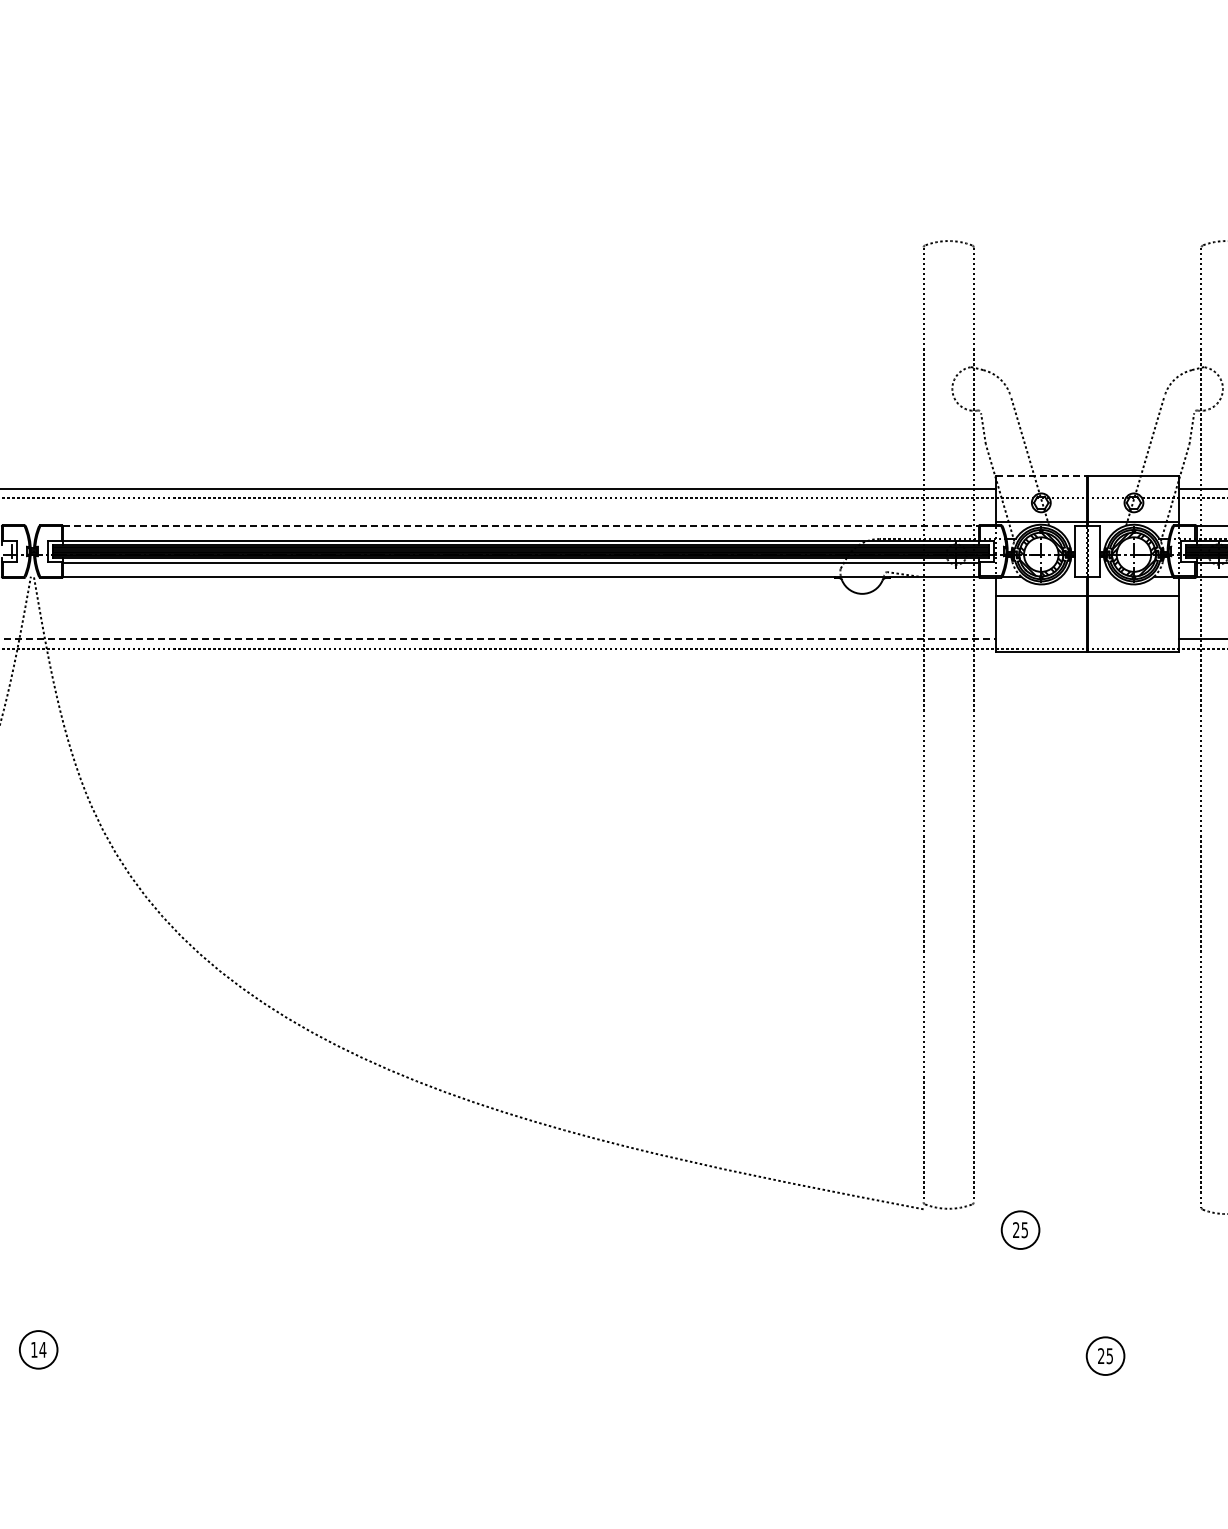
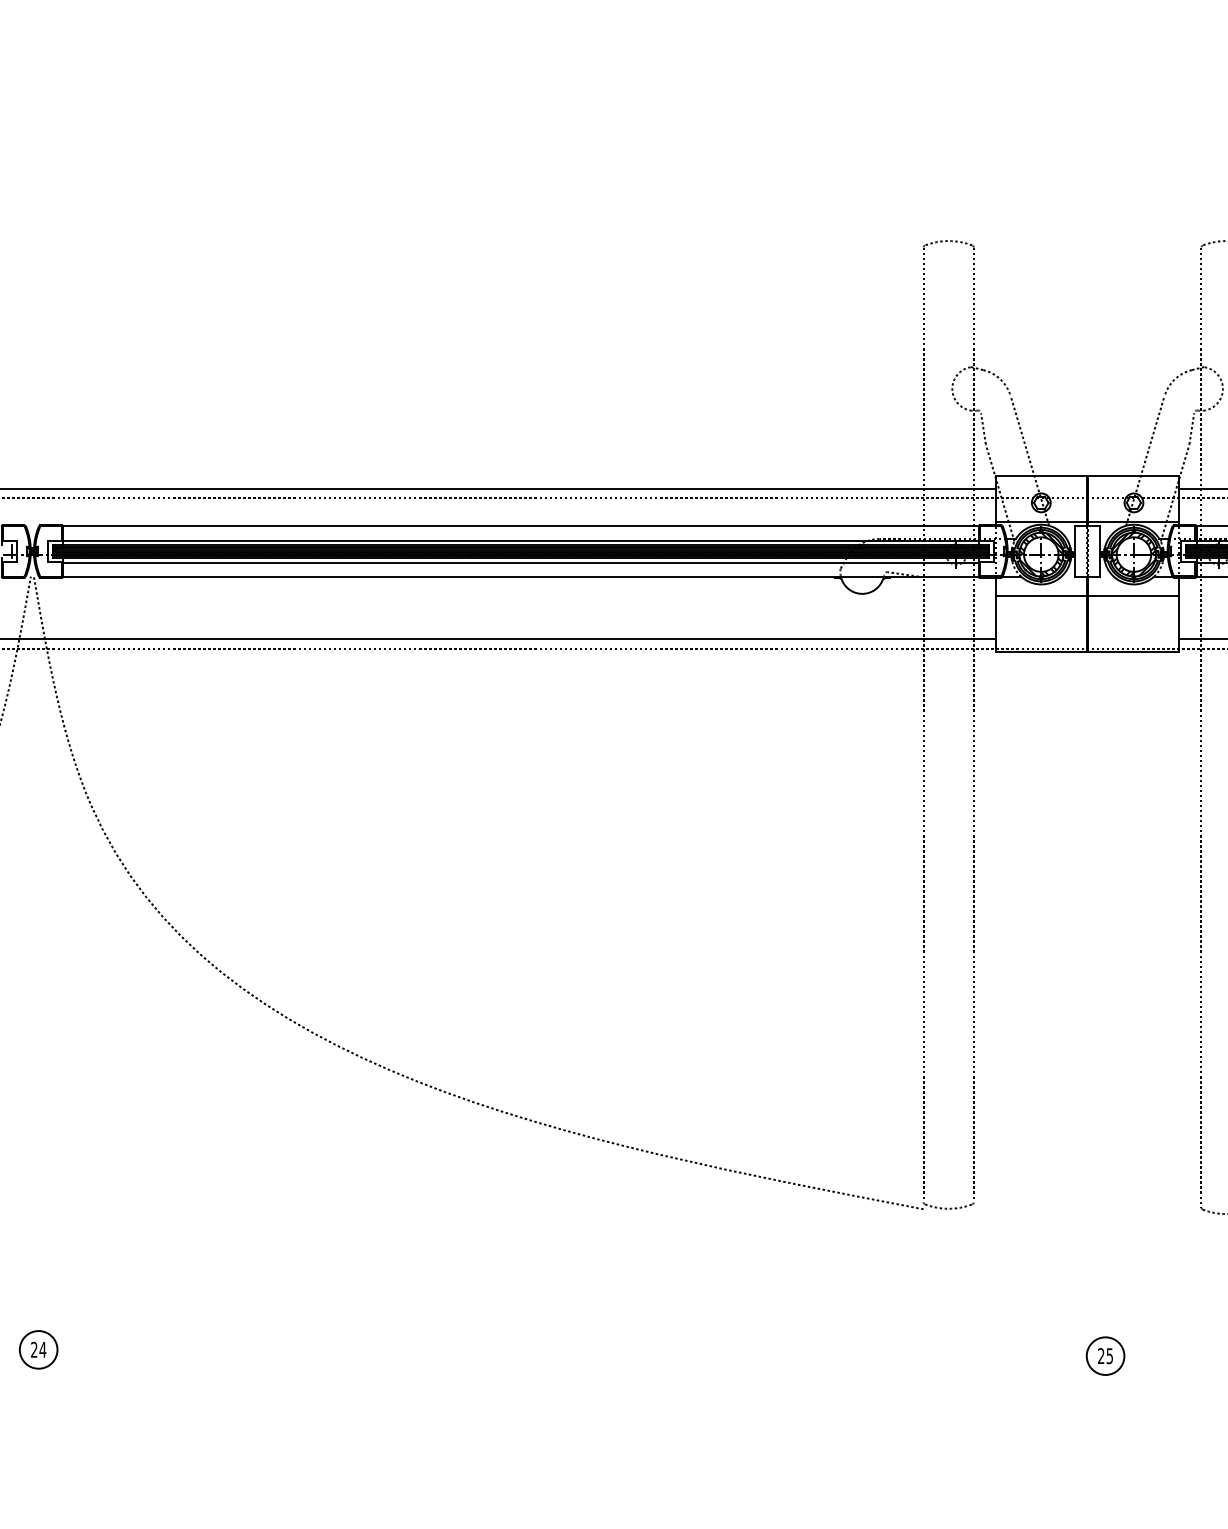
line at (1041, 476): dashed -> solid
line at (520, 526): dashed -> solid
line at (497, 639): dashed -> solid
part at (1020, 1229): present -> none
text at (34, 1349): 14 -> 24
